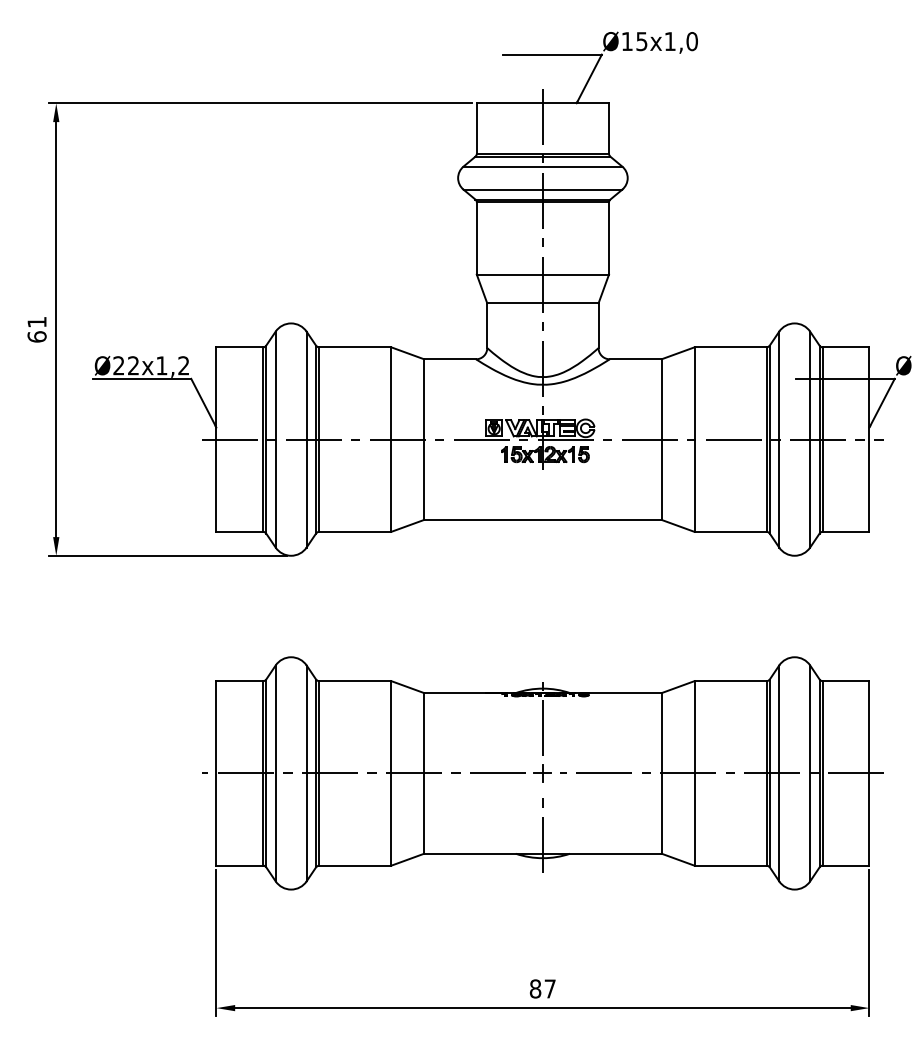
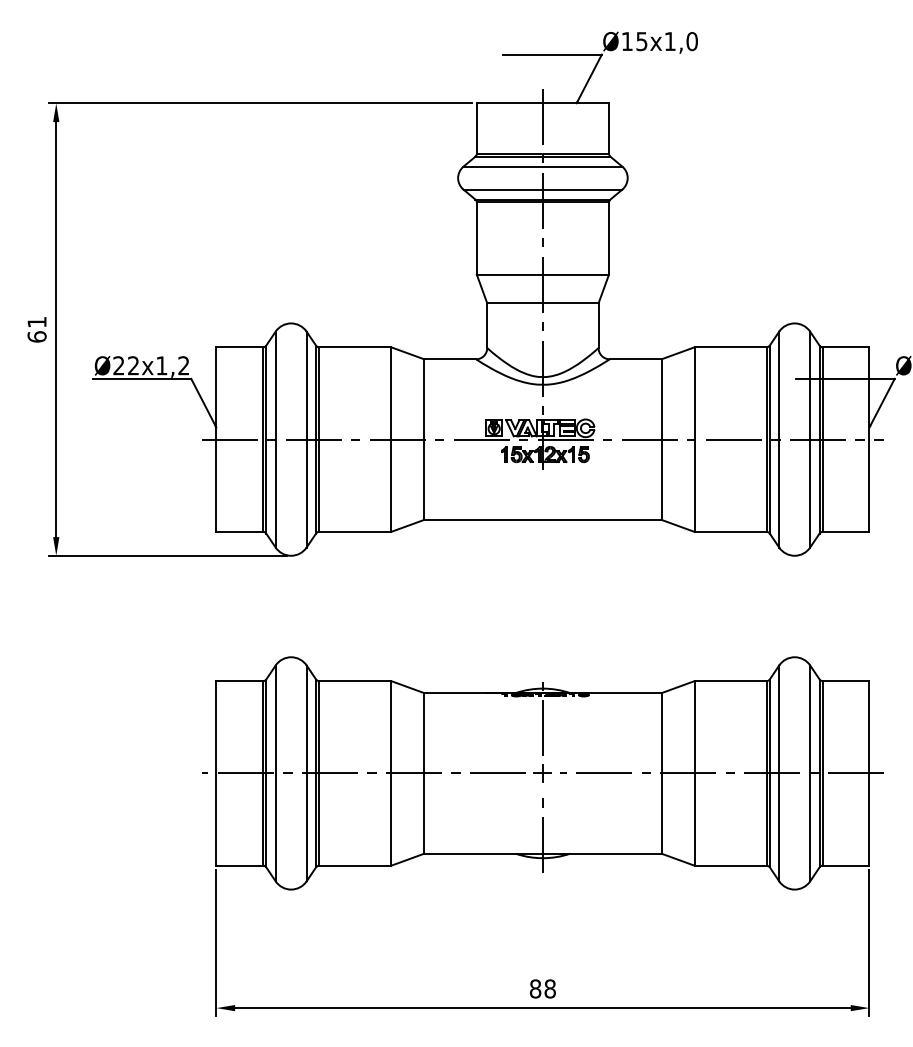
text at (549, 988): 87 -> 88
